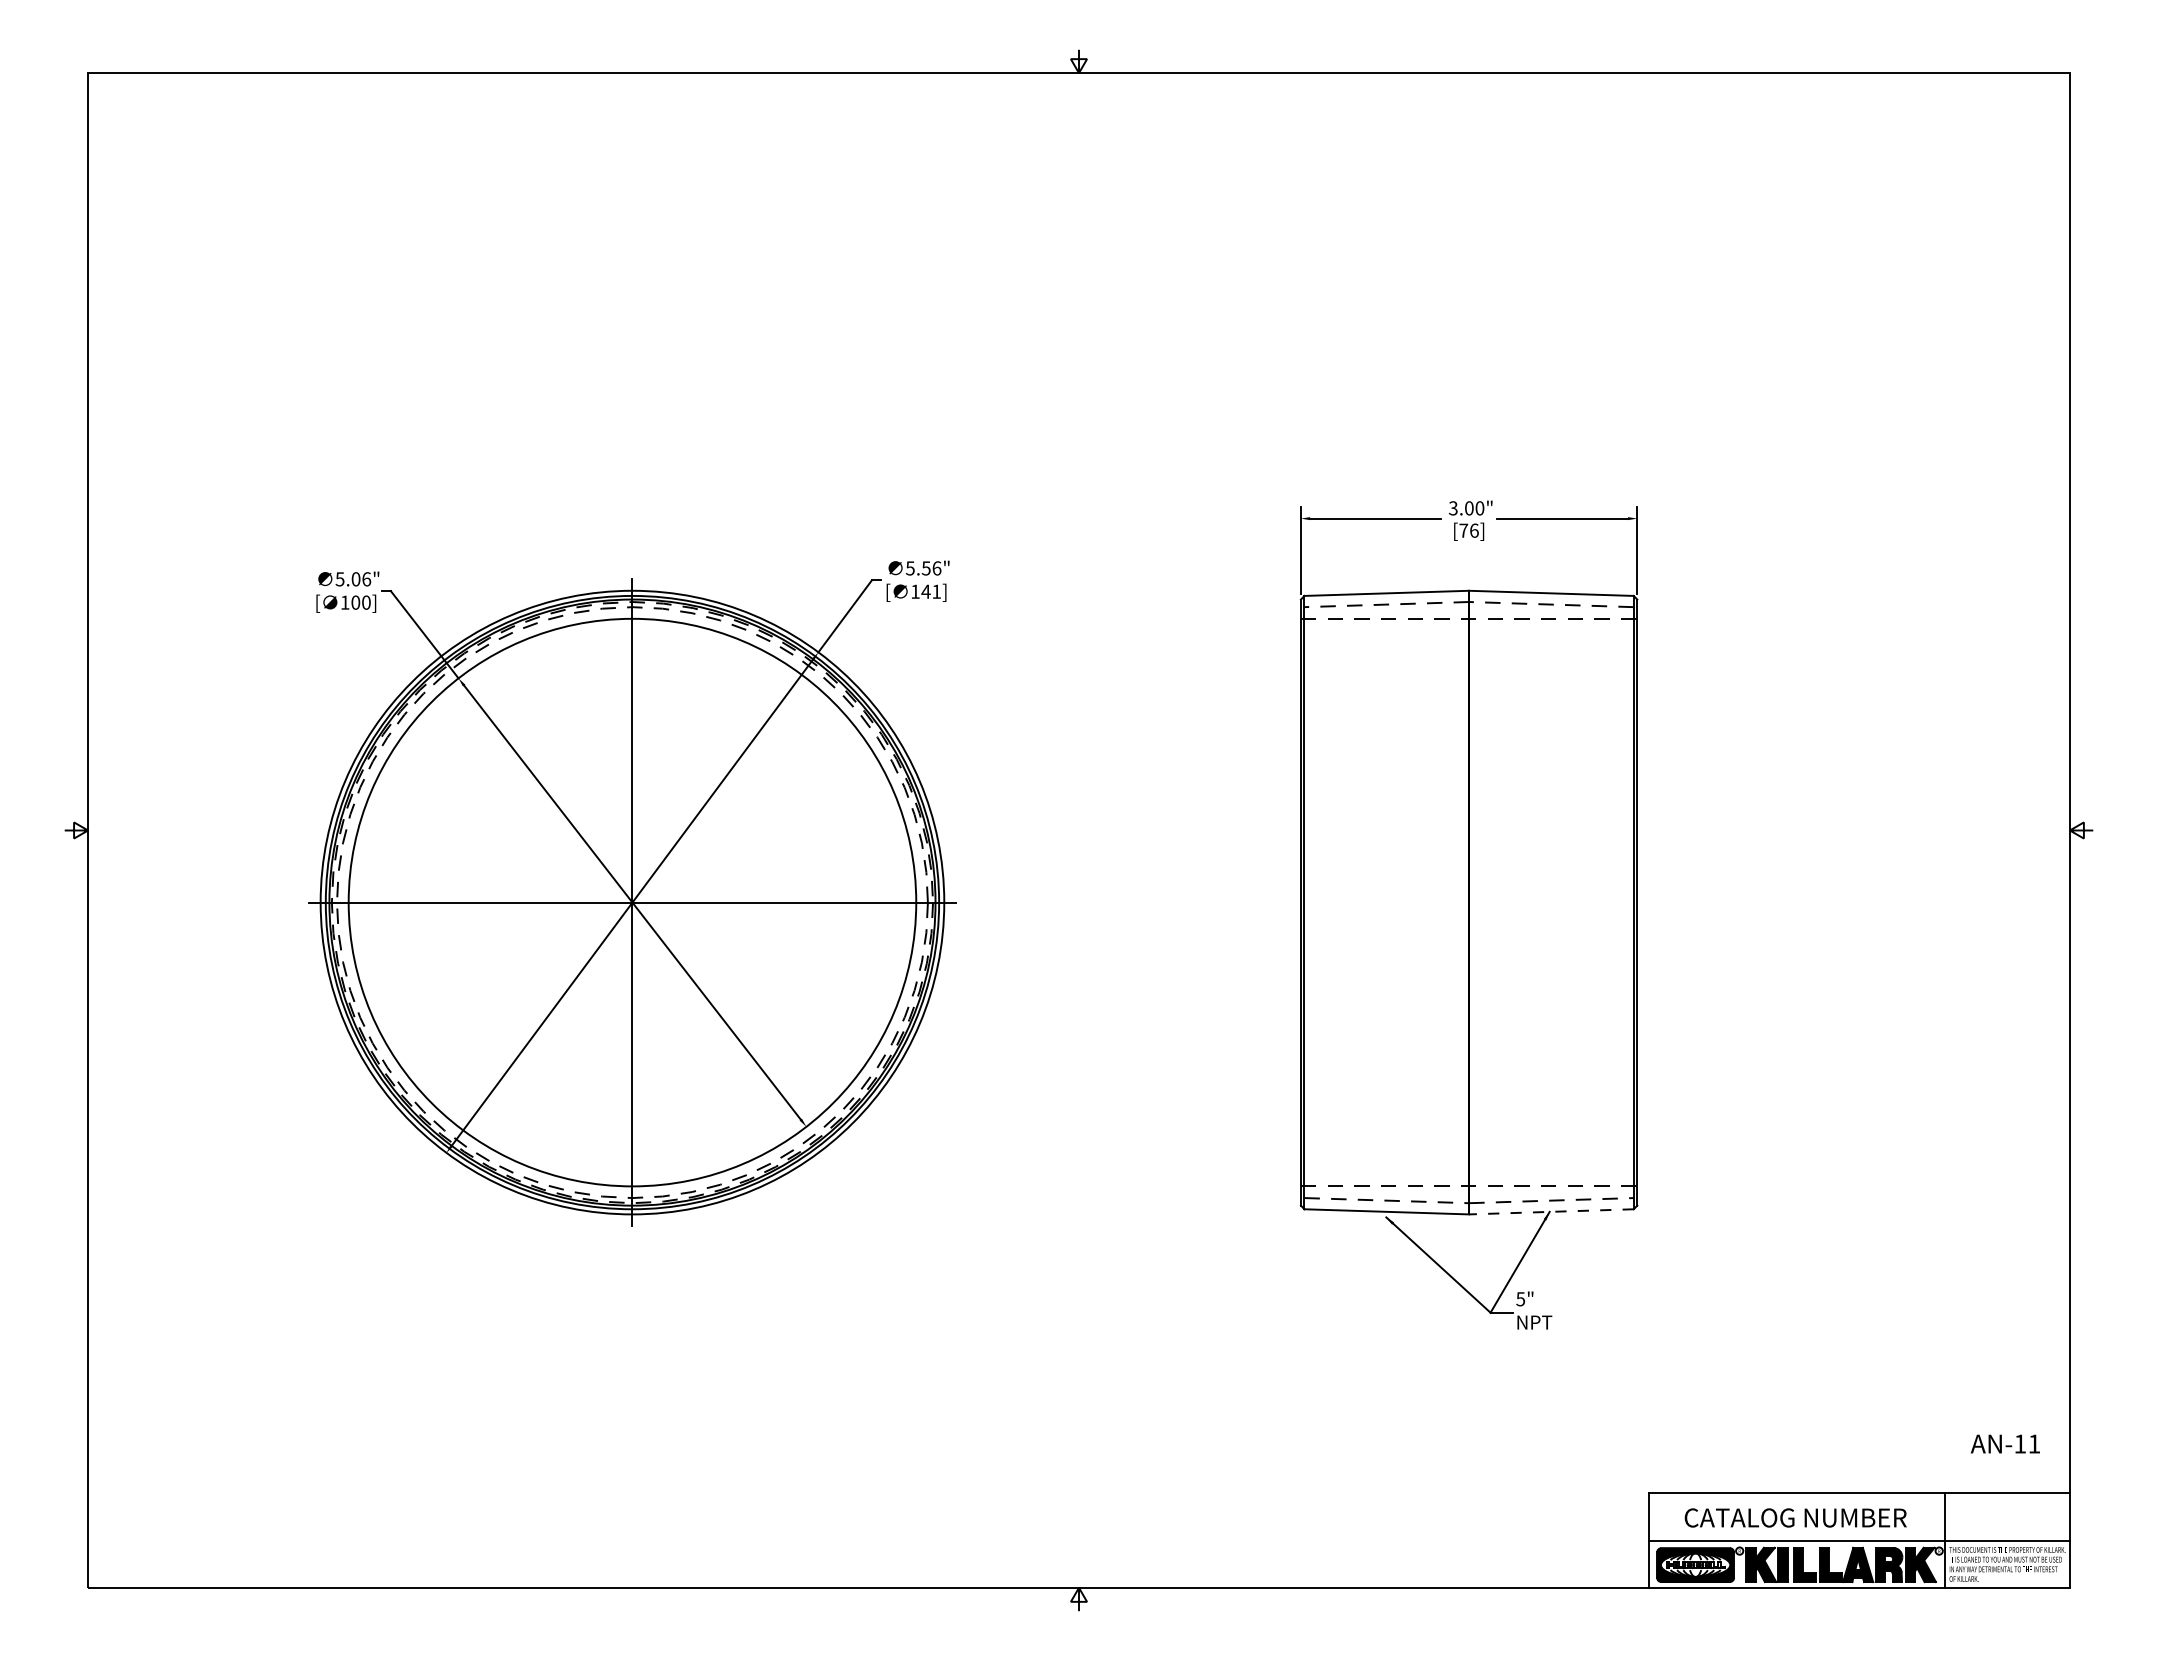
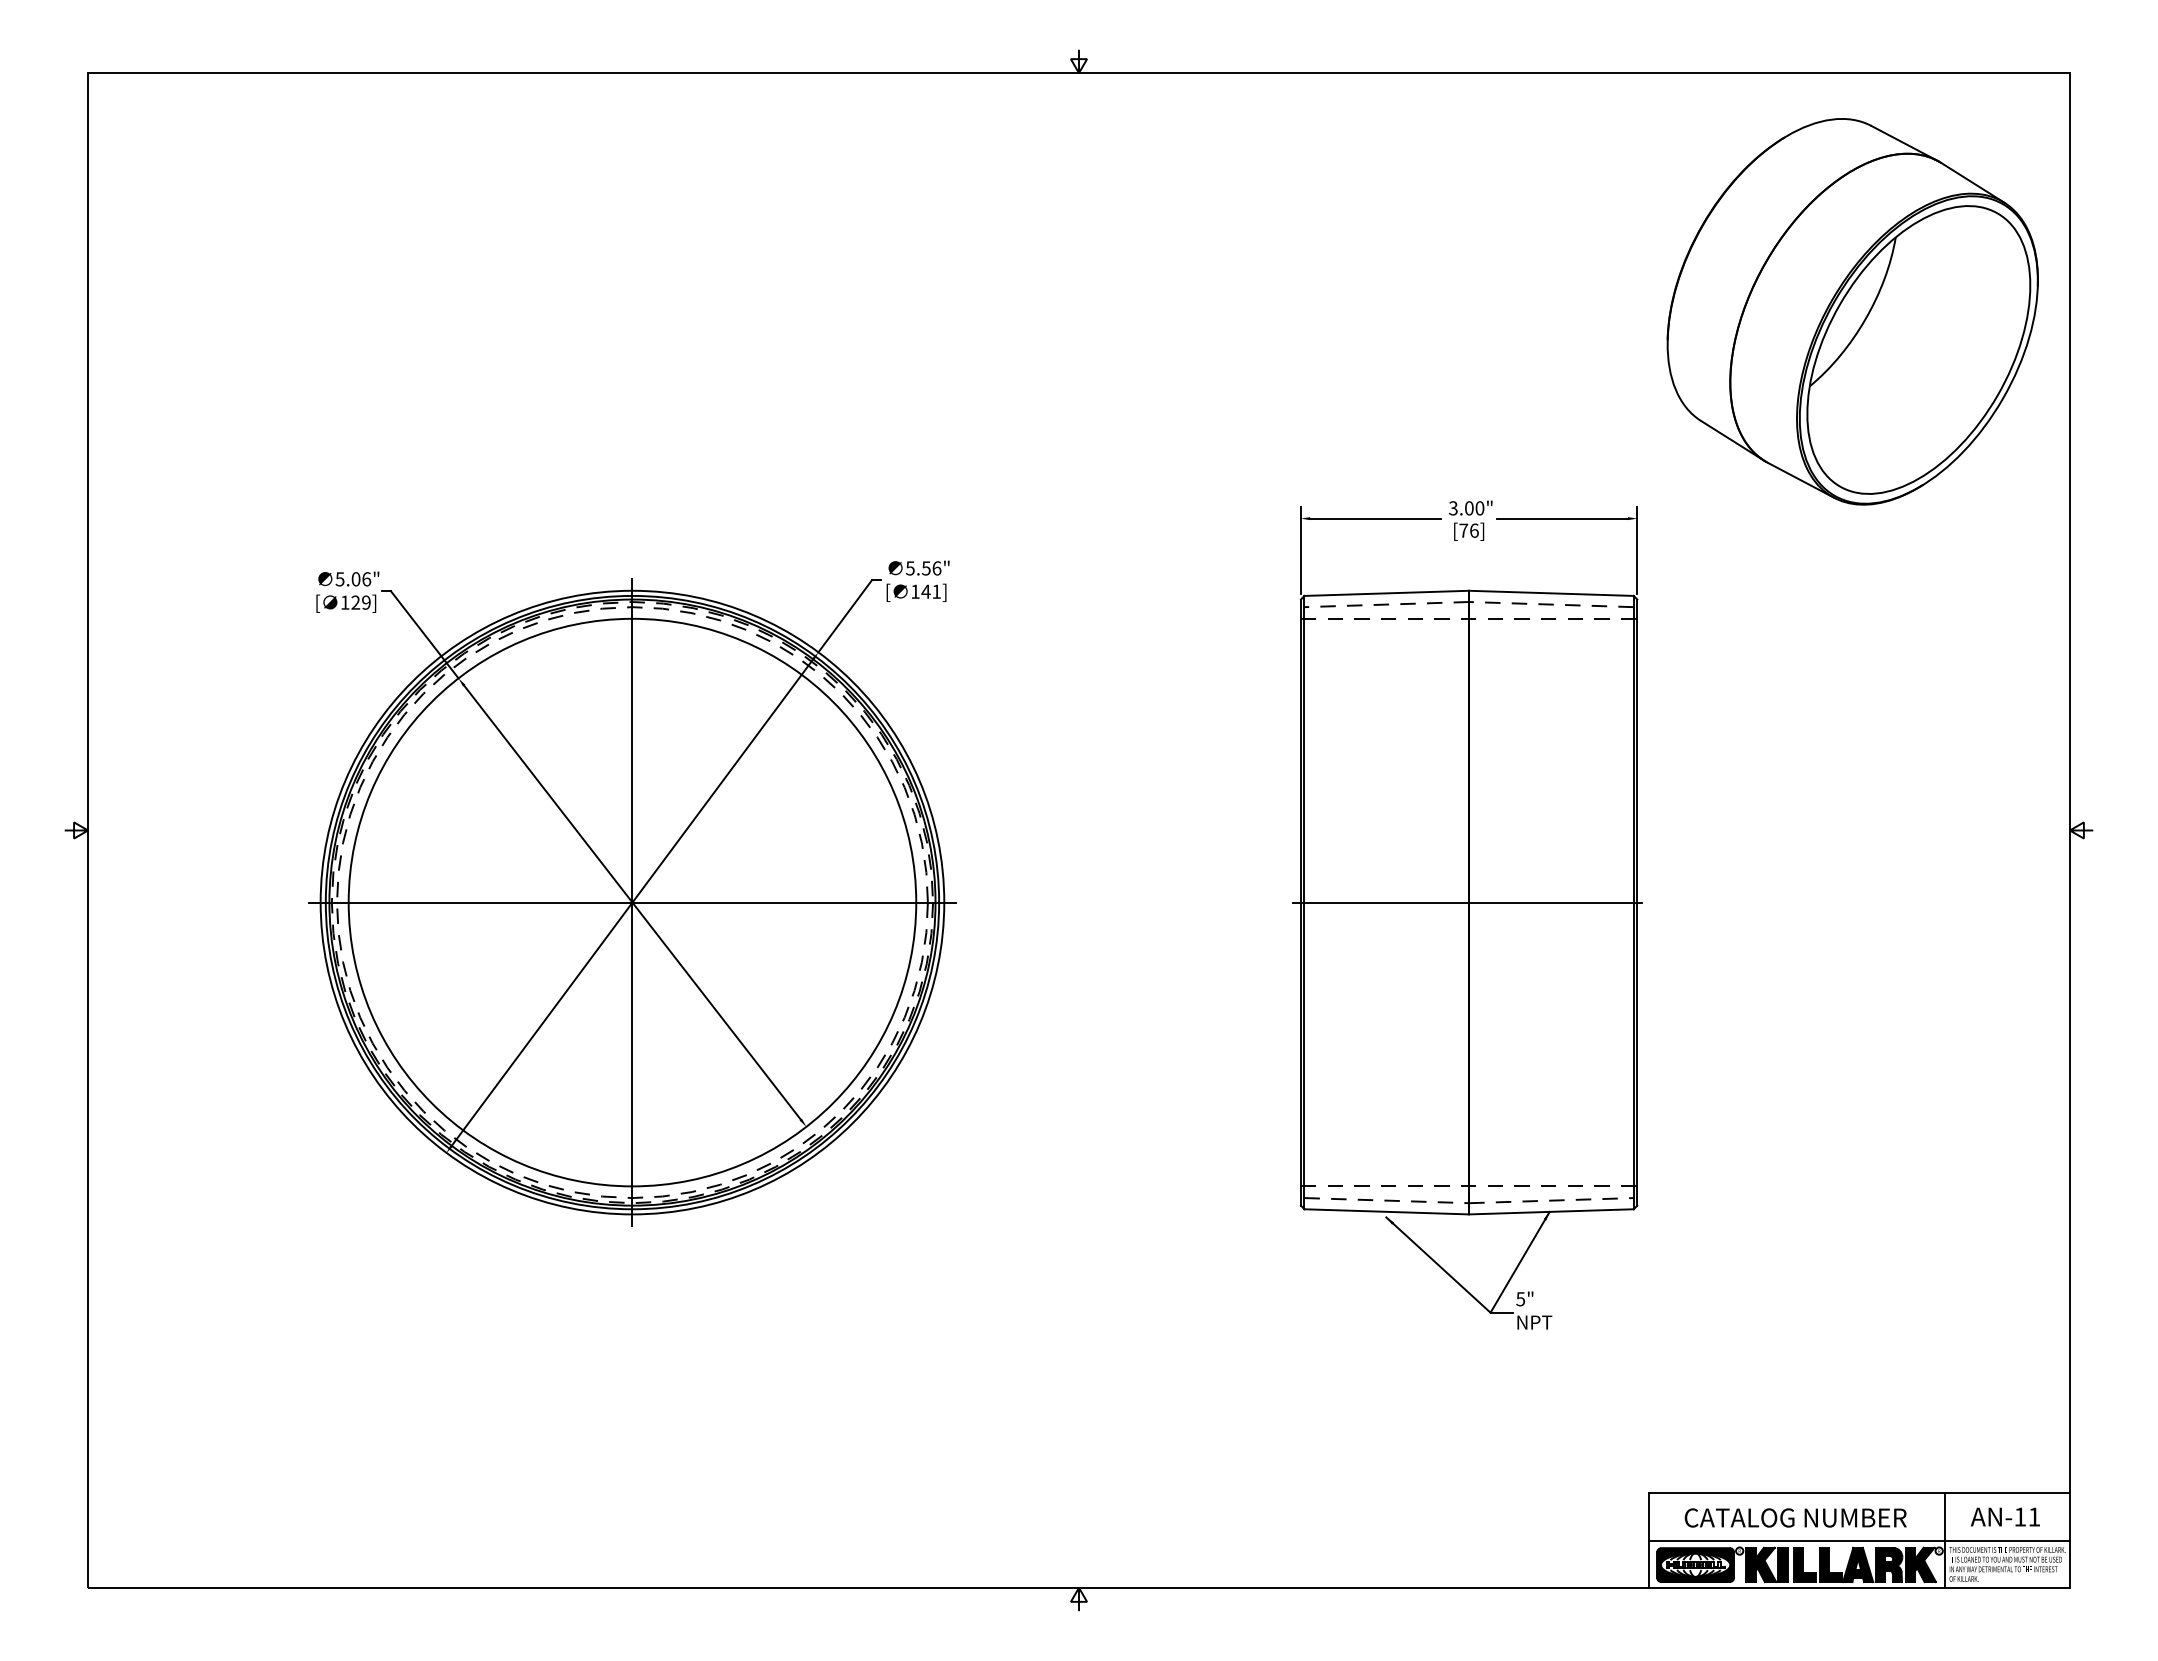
part at (1852, 311): none -> present
text at (360, 602): 100] -> 129]
line at (1467, 902): none -> present
line at (1550, 1211): dashed -> solid
text at (2005, 1443) position: (2005, 1443) -> (2005, 1516)
